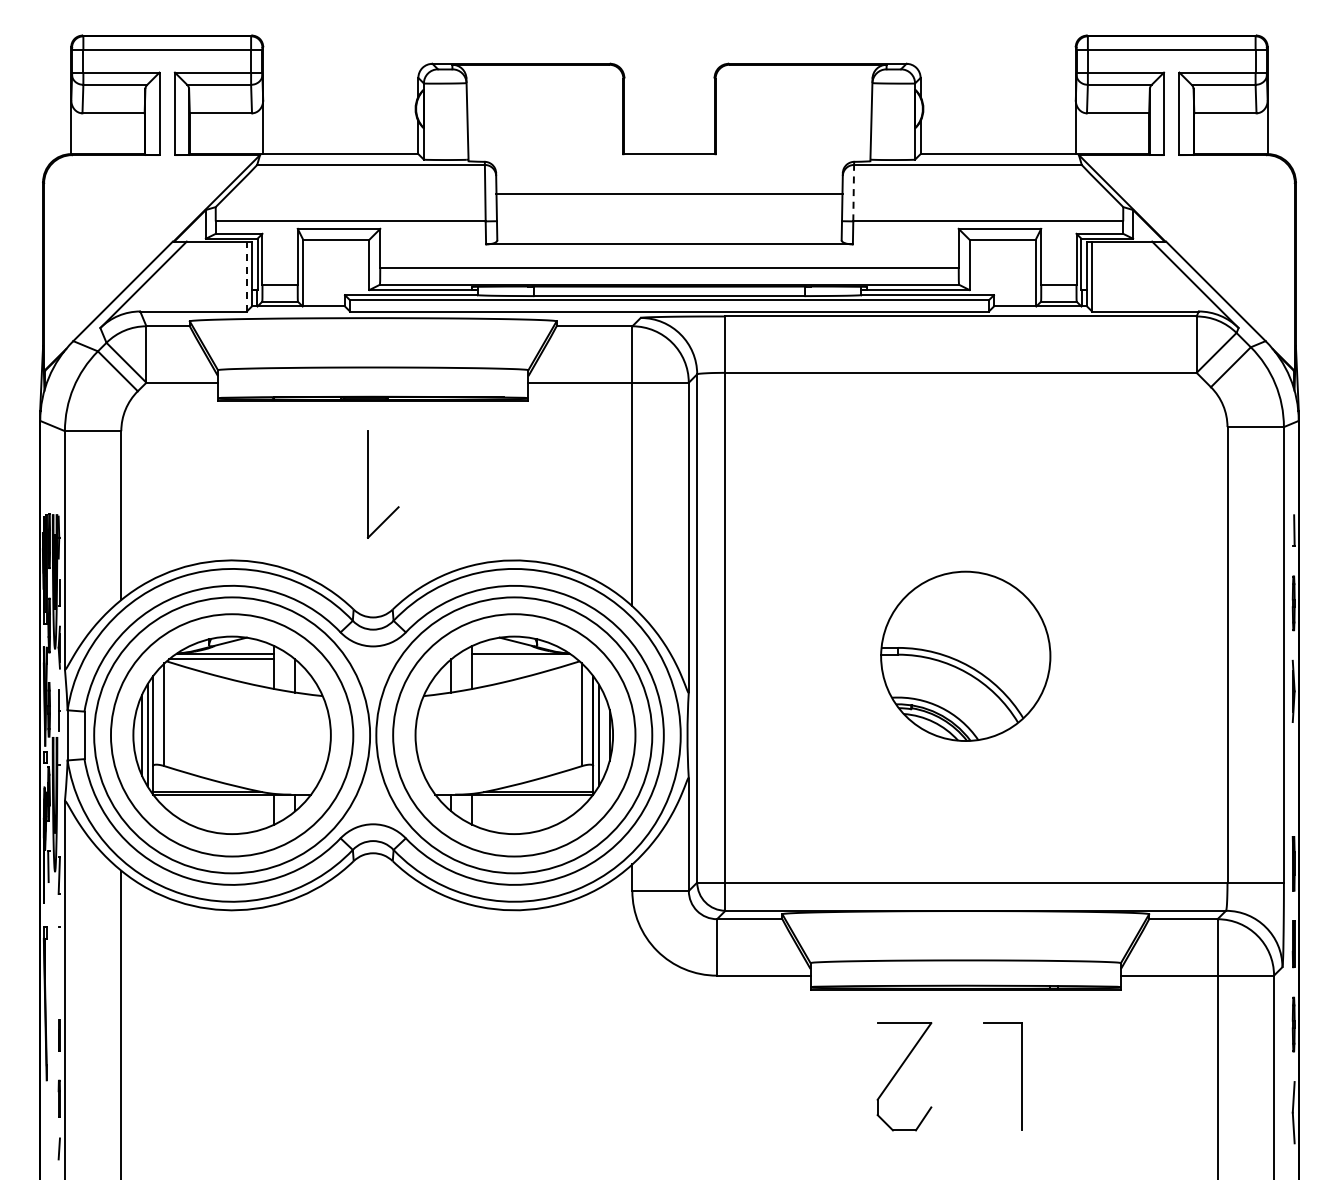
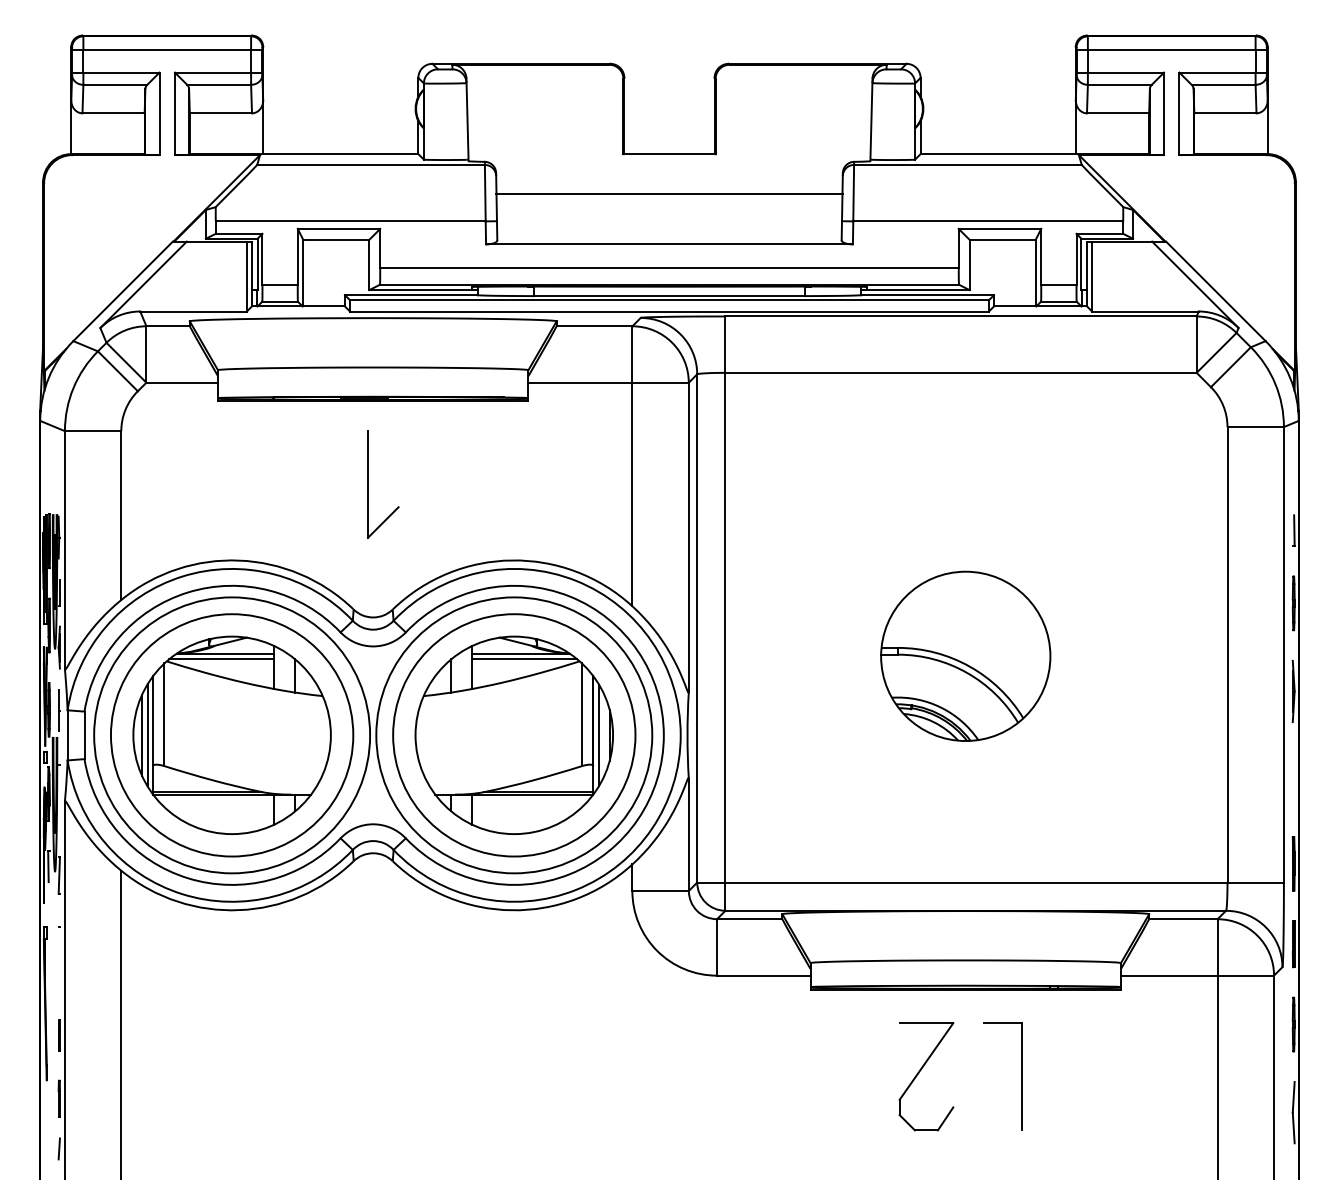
line at (853, 192): dashed -> solid
line at (246, 276): dashed -> solid
line at (524, 659): none -> present
part at (897, 1073) position: (897, 1073) -> (919, 1073)
